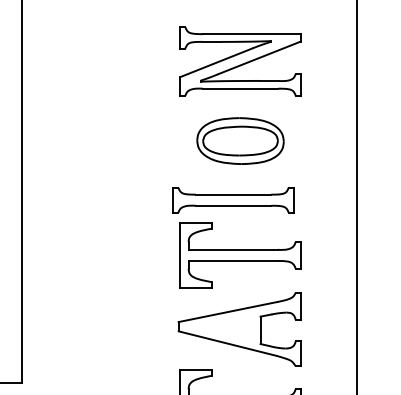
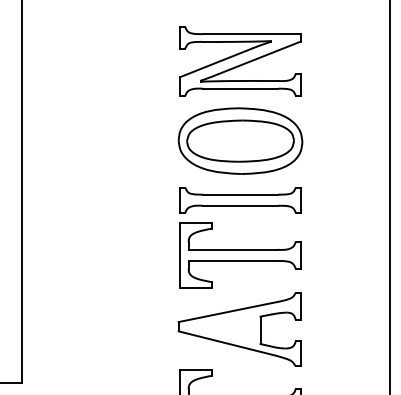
part at (240, 140) size: 89x48 px -> 127x68 px
line at (357, 196) position: (357, 196) -> (390, 196)
part at (233, 200) position: (233, 200) -> (240, 200)
